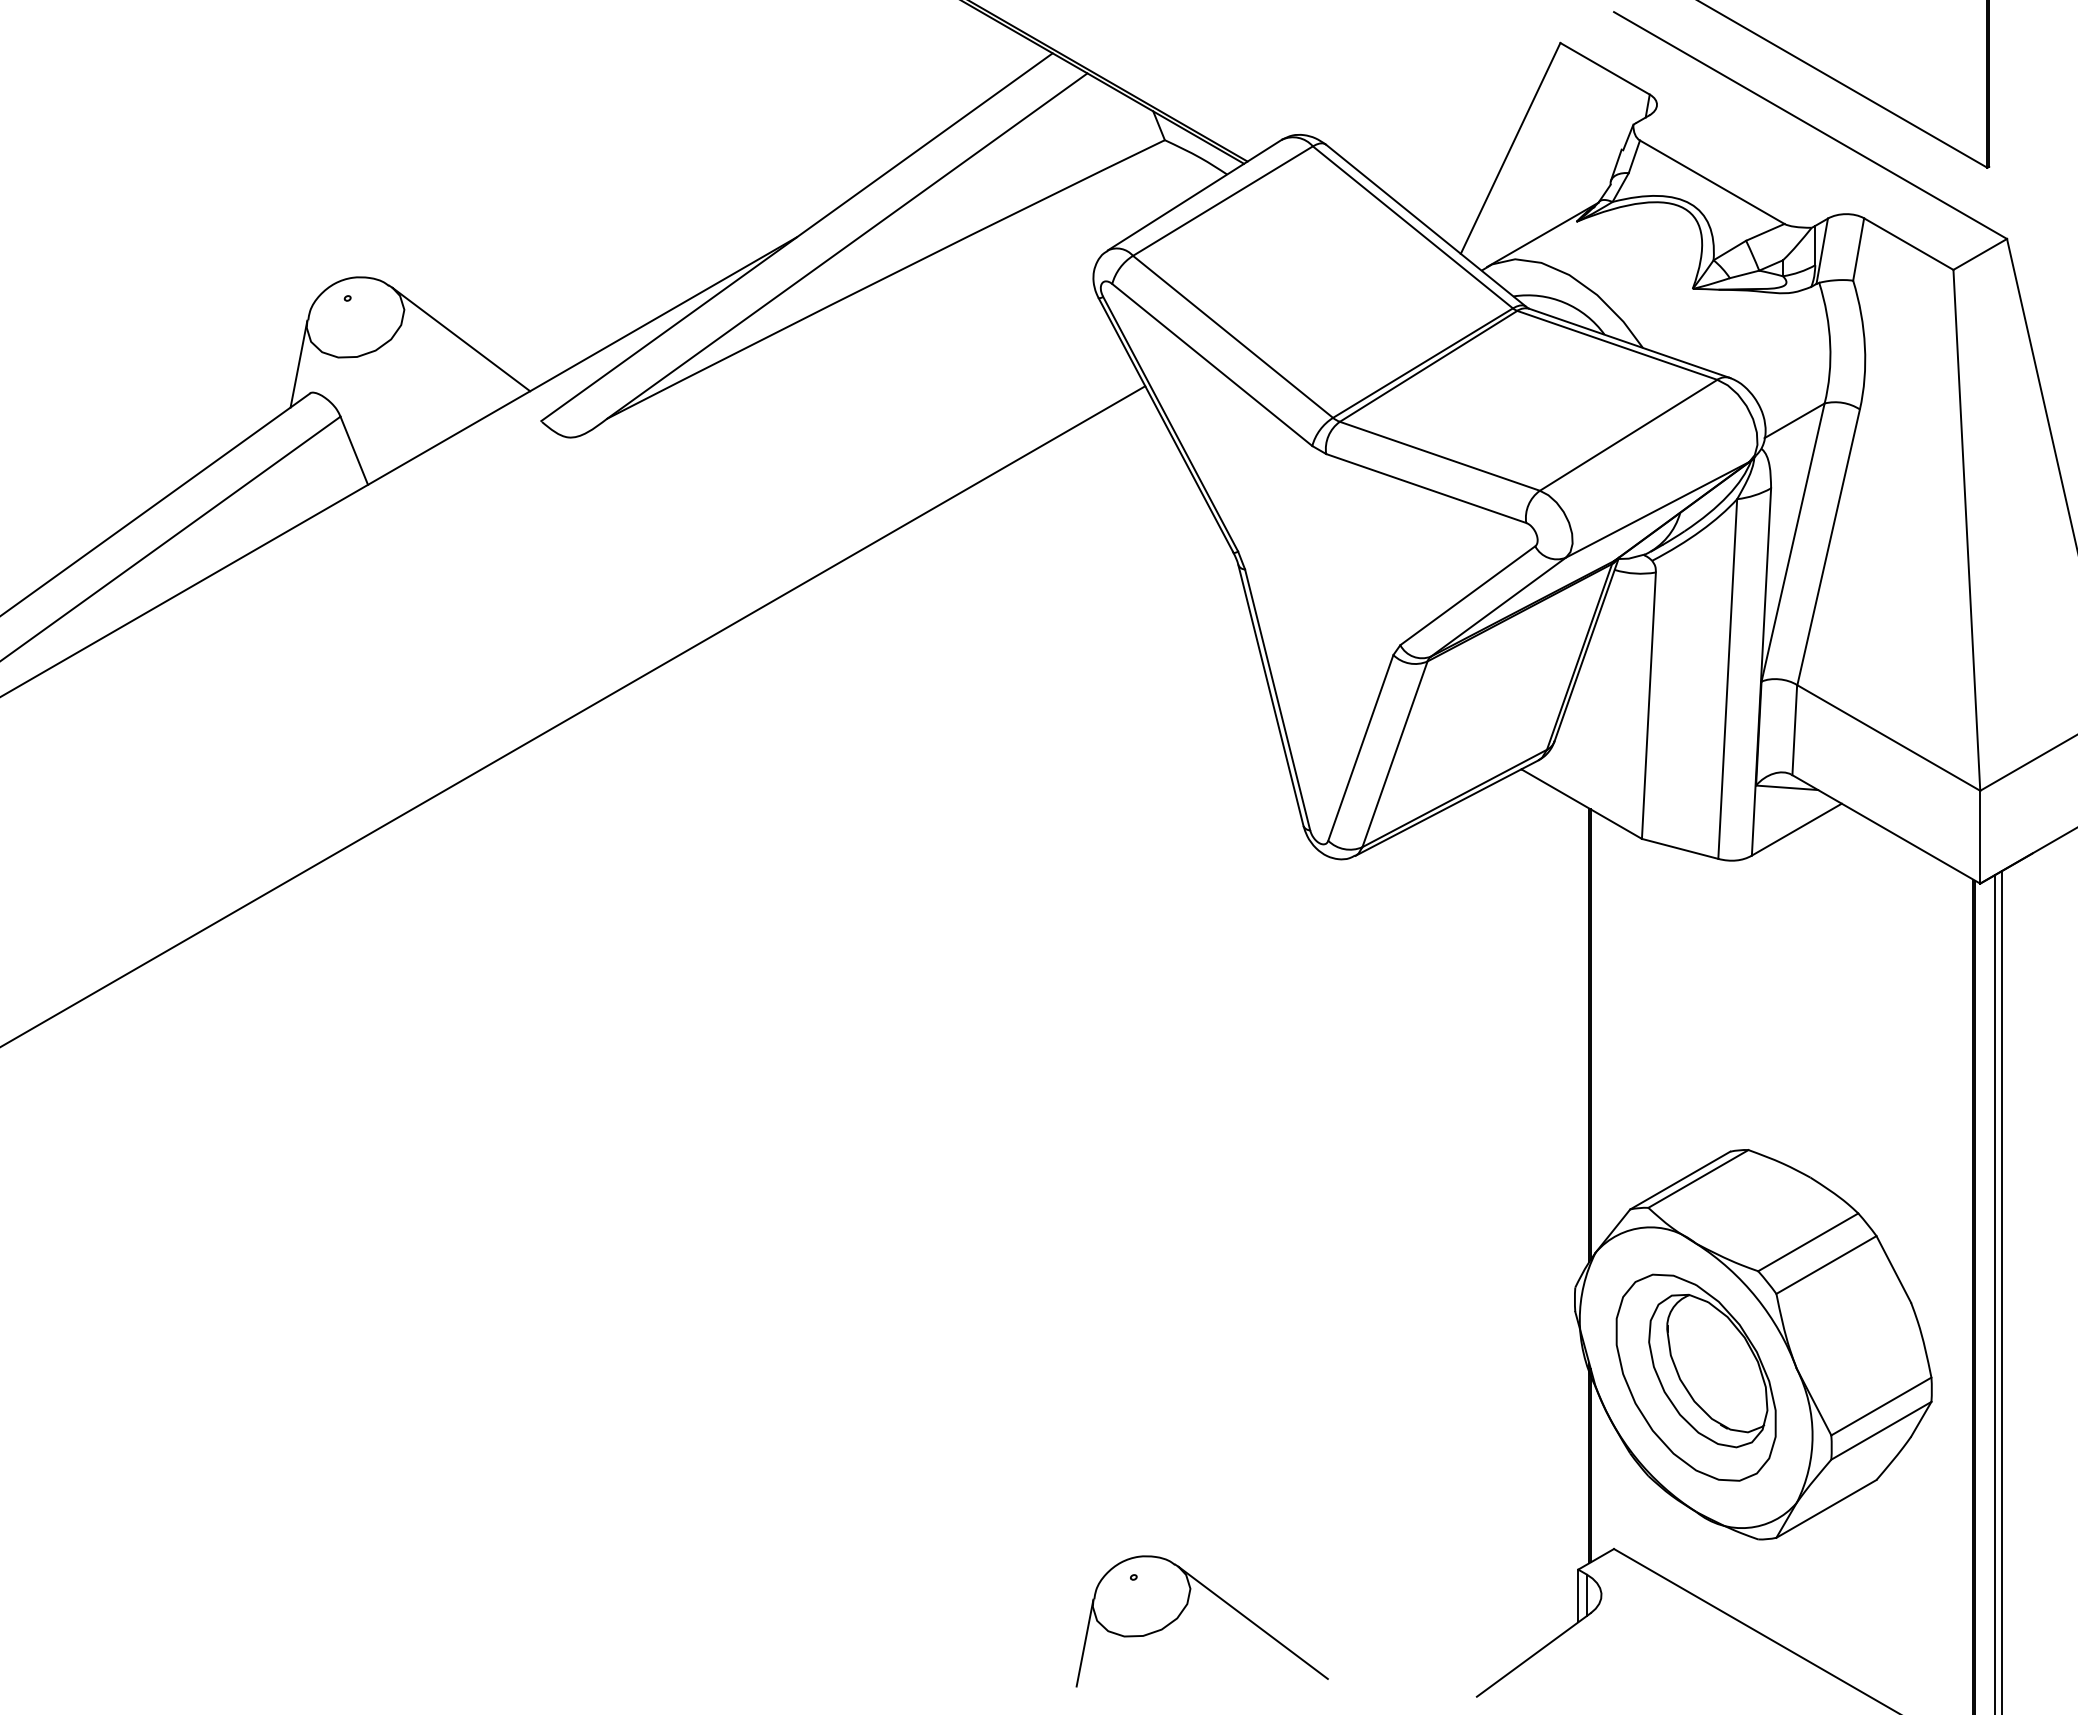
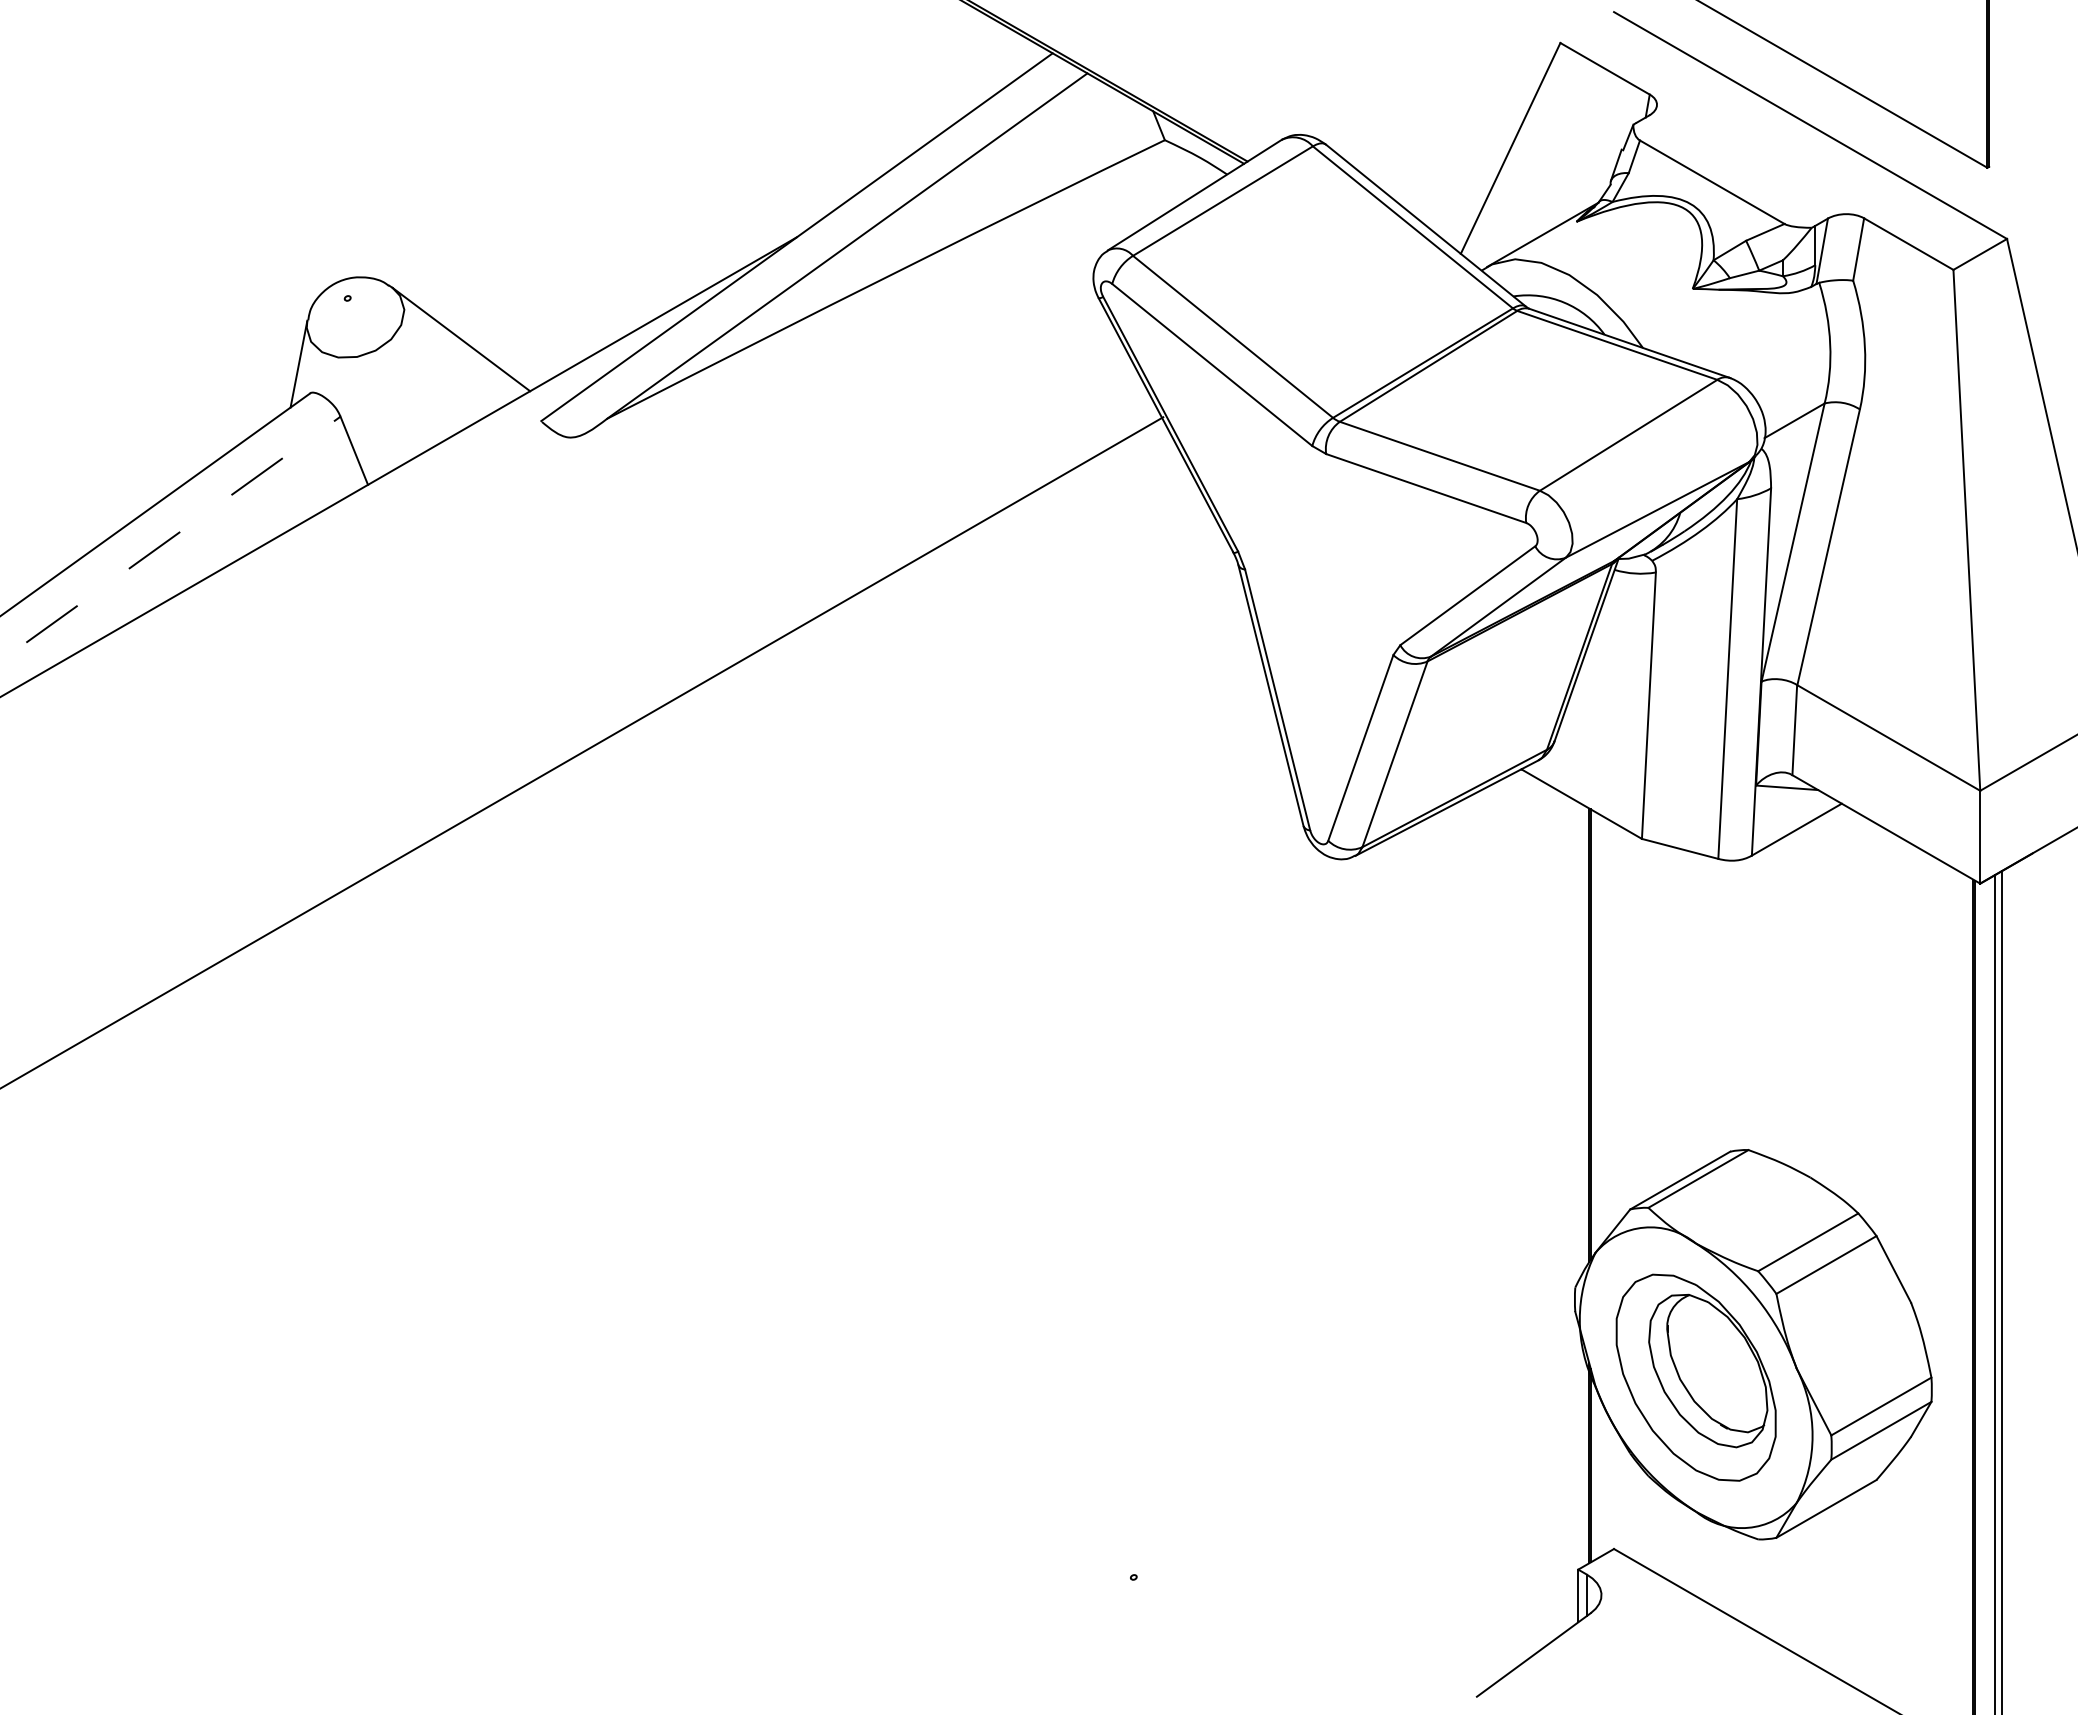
line at (170, 538): solid -> dashed
line at (573, 715) position: (573, 715) -> (582, 752)
part at (1186, 1607): present -> none
